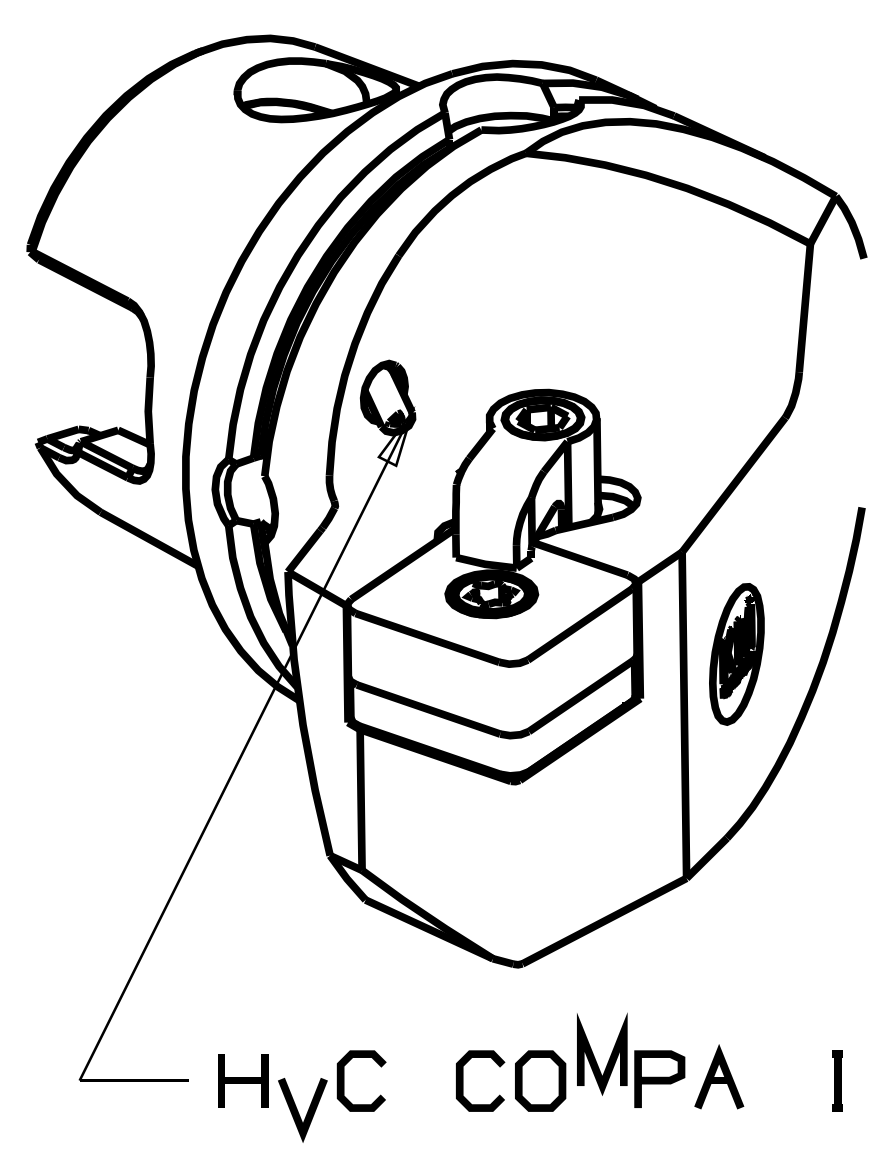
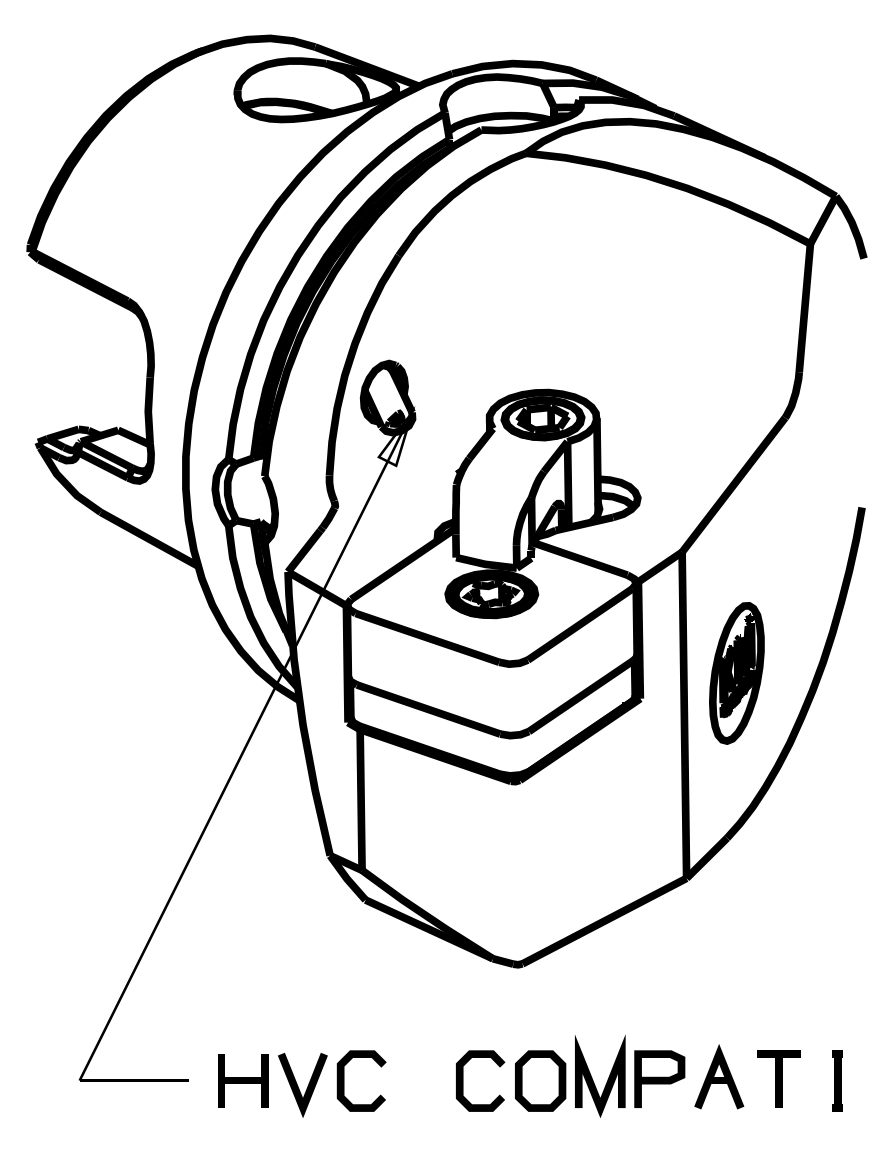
part at (736, 654) position: (736, 654) -> (736, 673)
line at (610, 1054) position: (610, 1054) -> (608, 1076)
part at (778, 1078): none -> present
line at (298, 1111) position: (298, 1111) -> (298, 1086)
